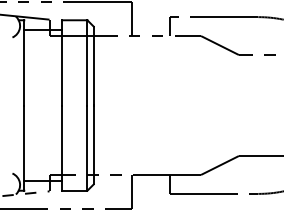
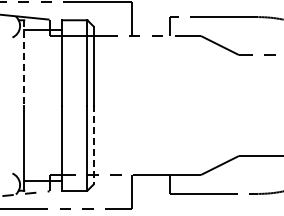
line at (24, 62): solid -> dashed
line at (93, 145): solid -> dashed
